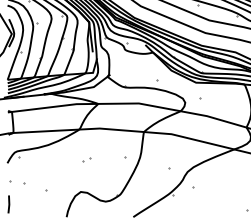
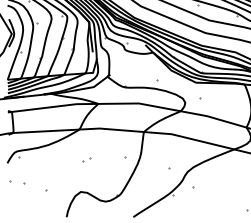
line at (8, 204): present -> none
